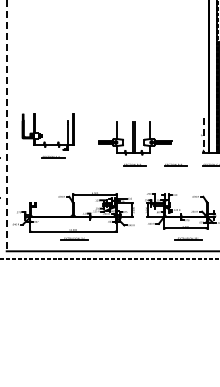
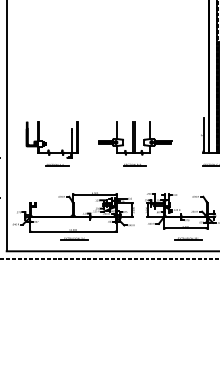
line at (6, 126): dashed -> solid
part at (47, 135) position: (47, 135) -> (51, 143)
line at (203, 135): dashed -> solid
line at (175, 164): present -> none
